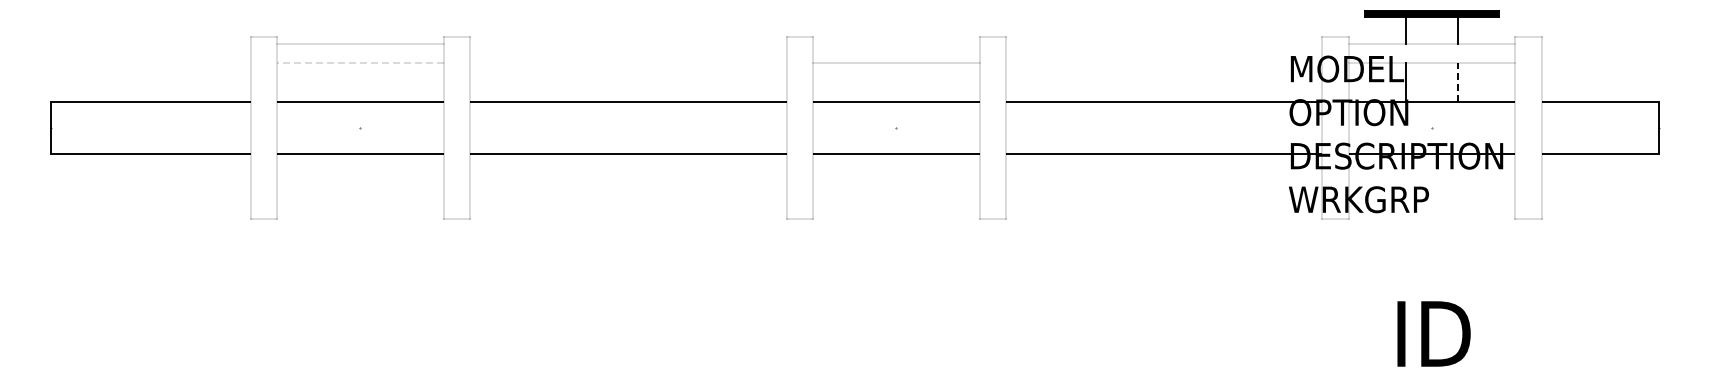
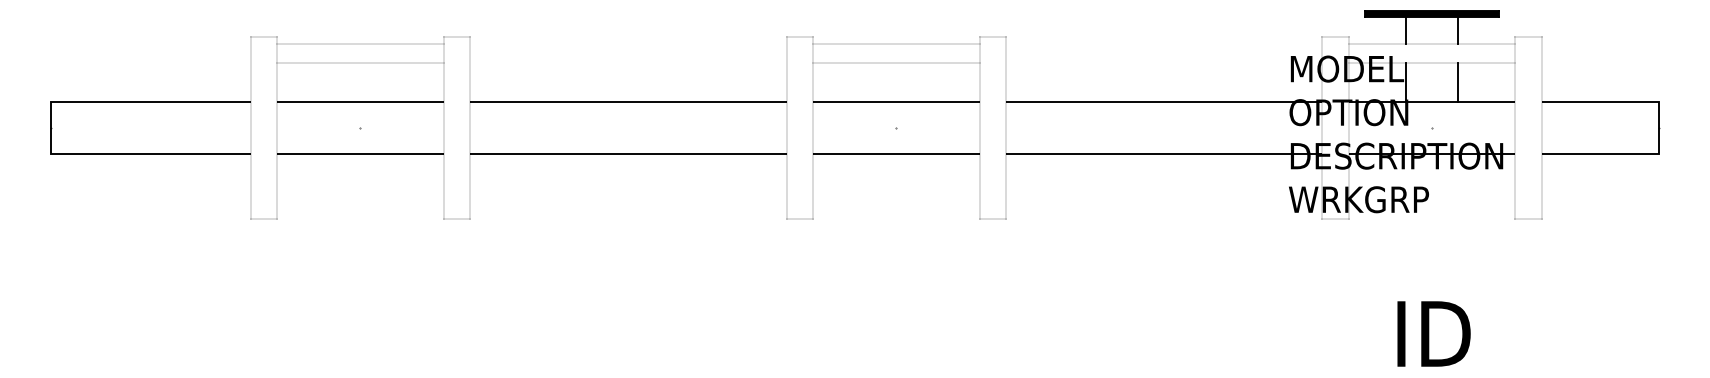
line at (895, 43): none -> present
line at (359, 63): dashed -> solid
line at (1457, 82): dashed -> solid
